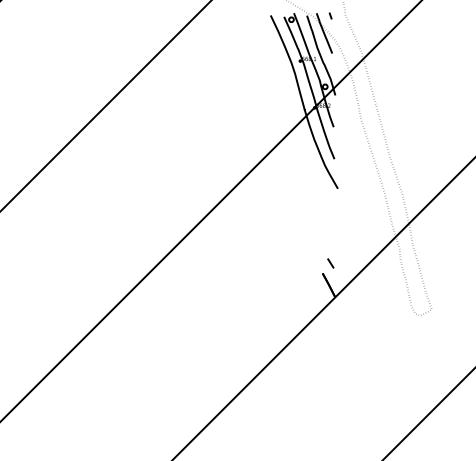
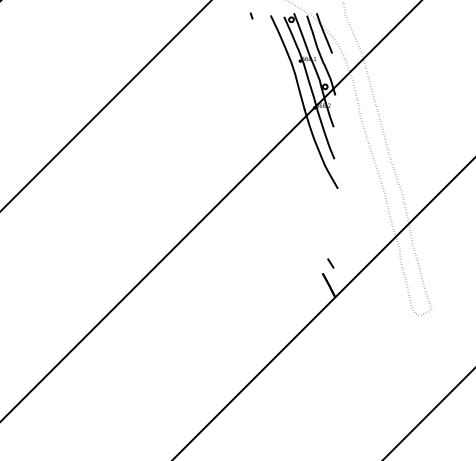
line at (330, 15) position: (330, 15) -> (251, 15)
